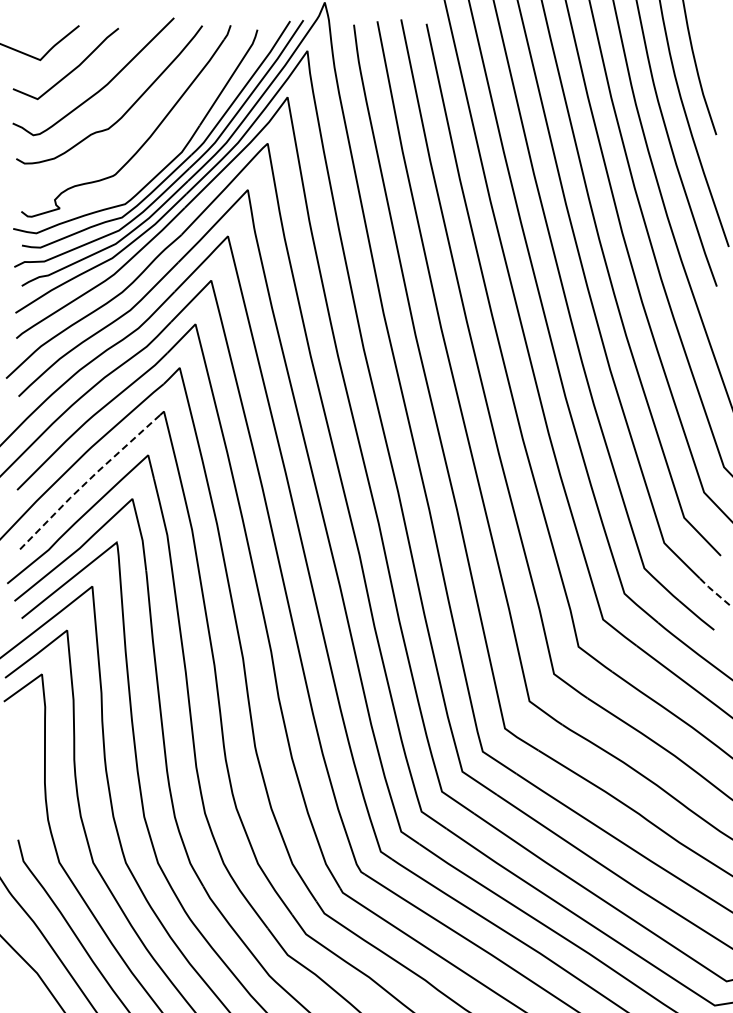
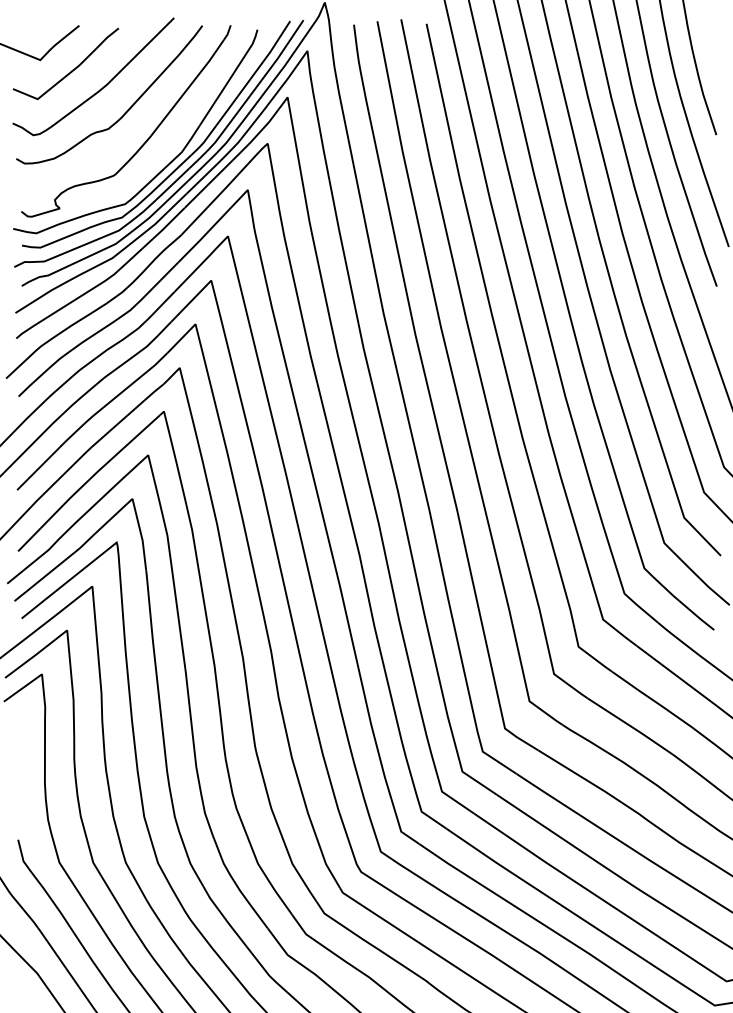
line at (87, 481): dashed -> solid
line at (714, 591): dashed -> solid
